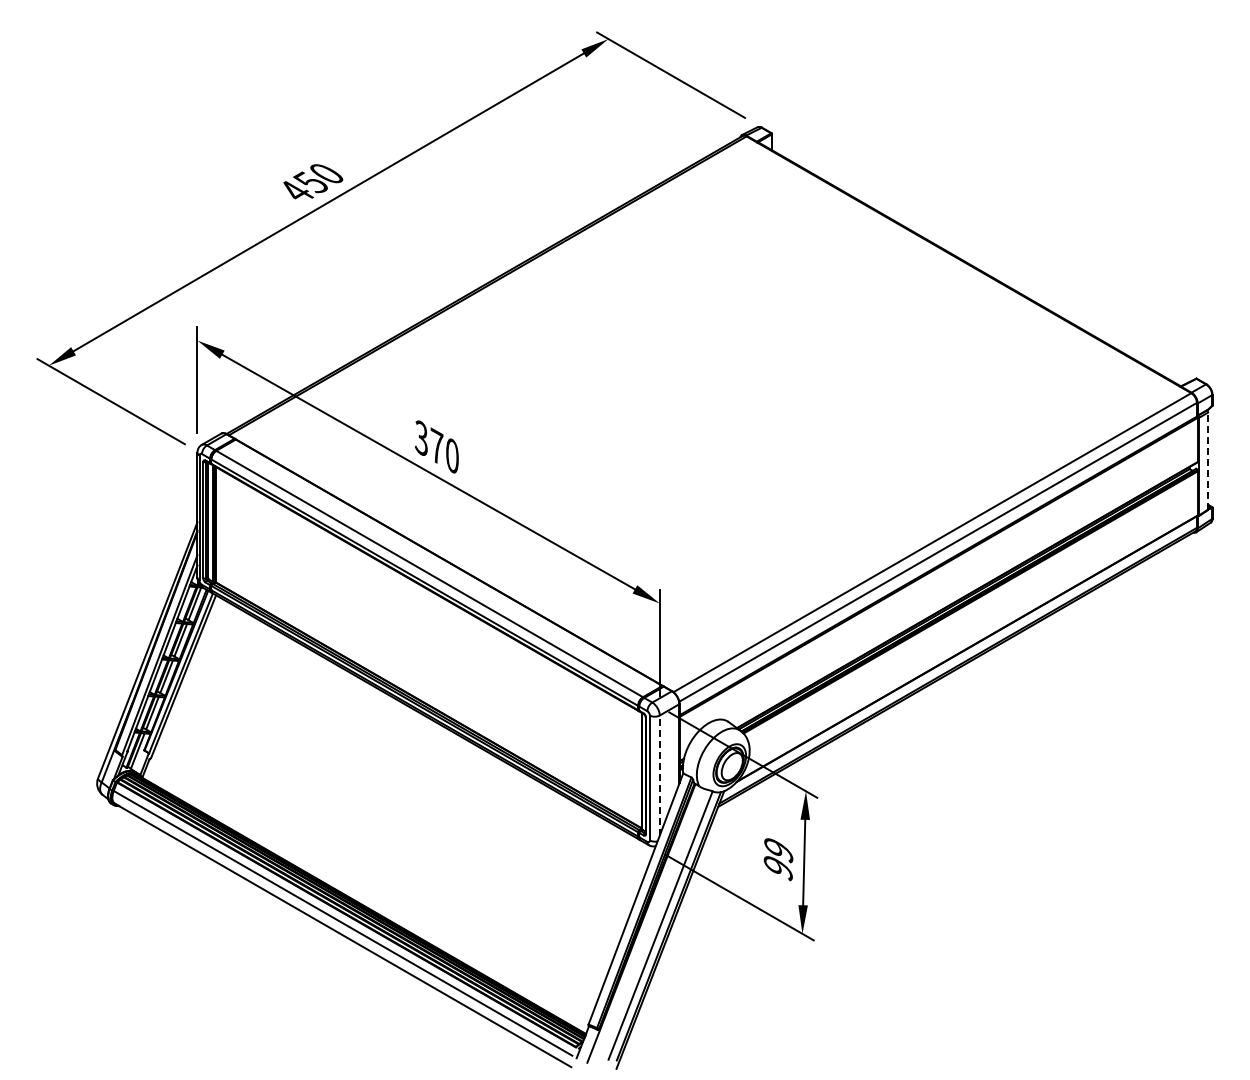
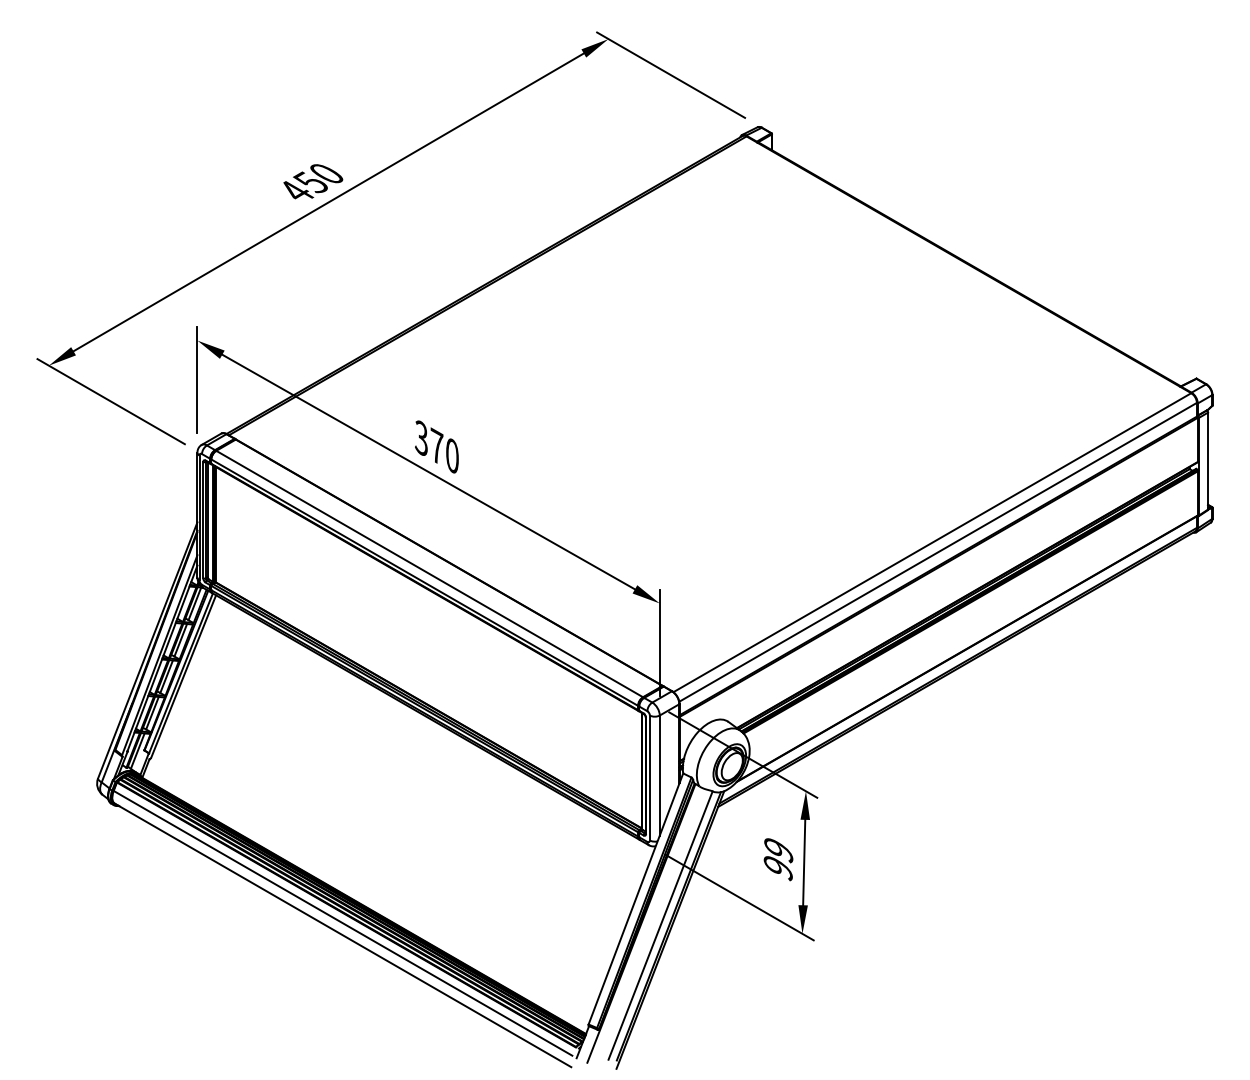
line at (1208, 460): dashed -> solid
line at (659, 775): dashed -> solid
